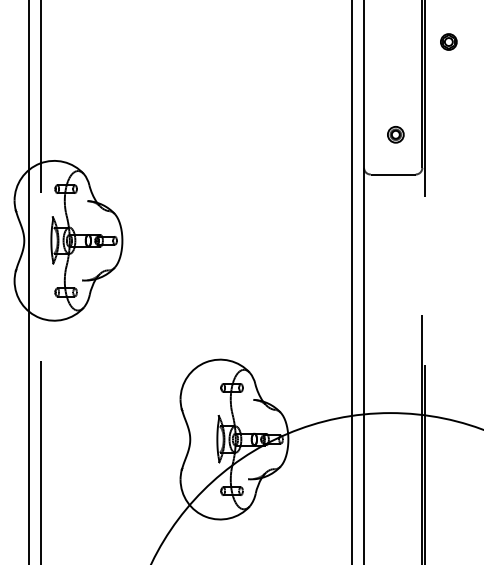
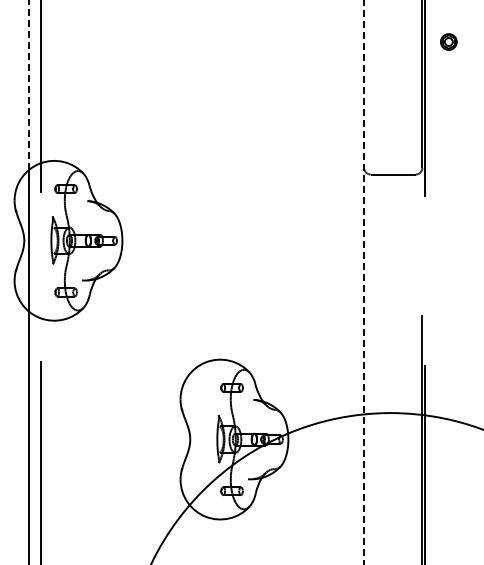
line at (29, 85): solid -> dashed
part at (395, 134): present -> none
line at (352, 281): present -> none
line at (364, 281): solid -> dashed
